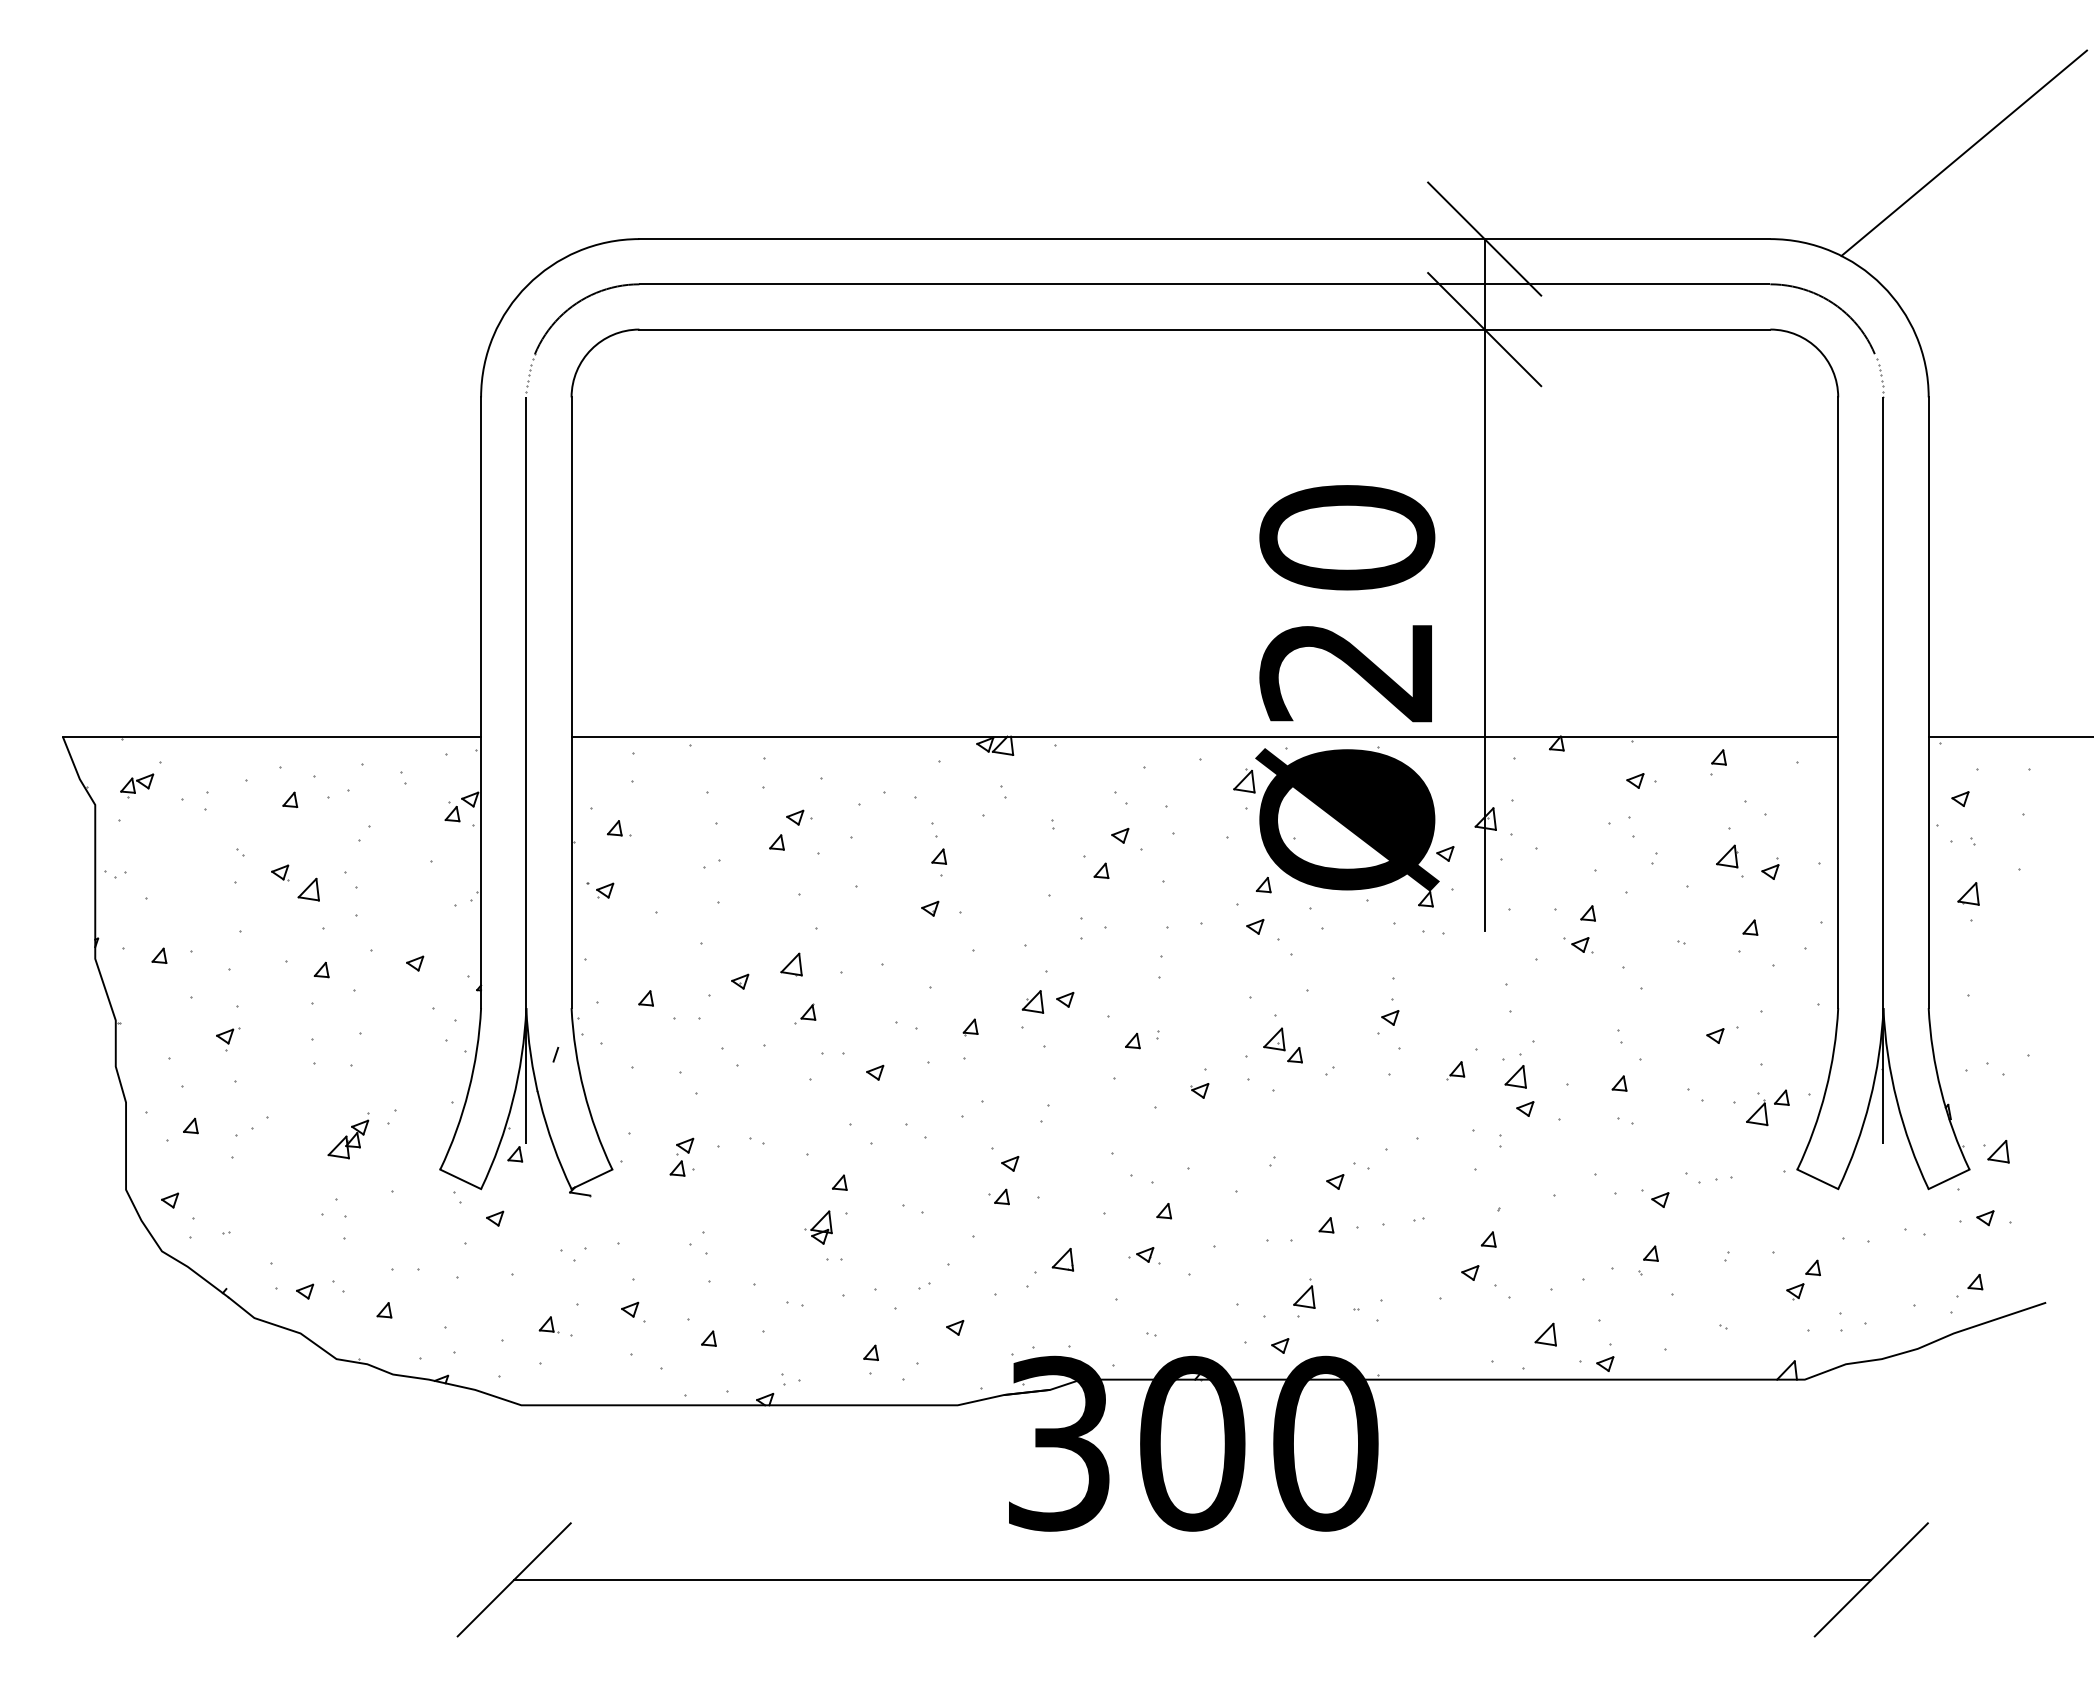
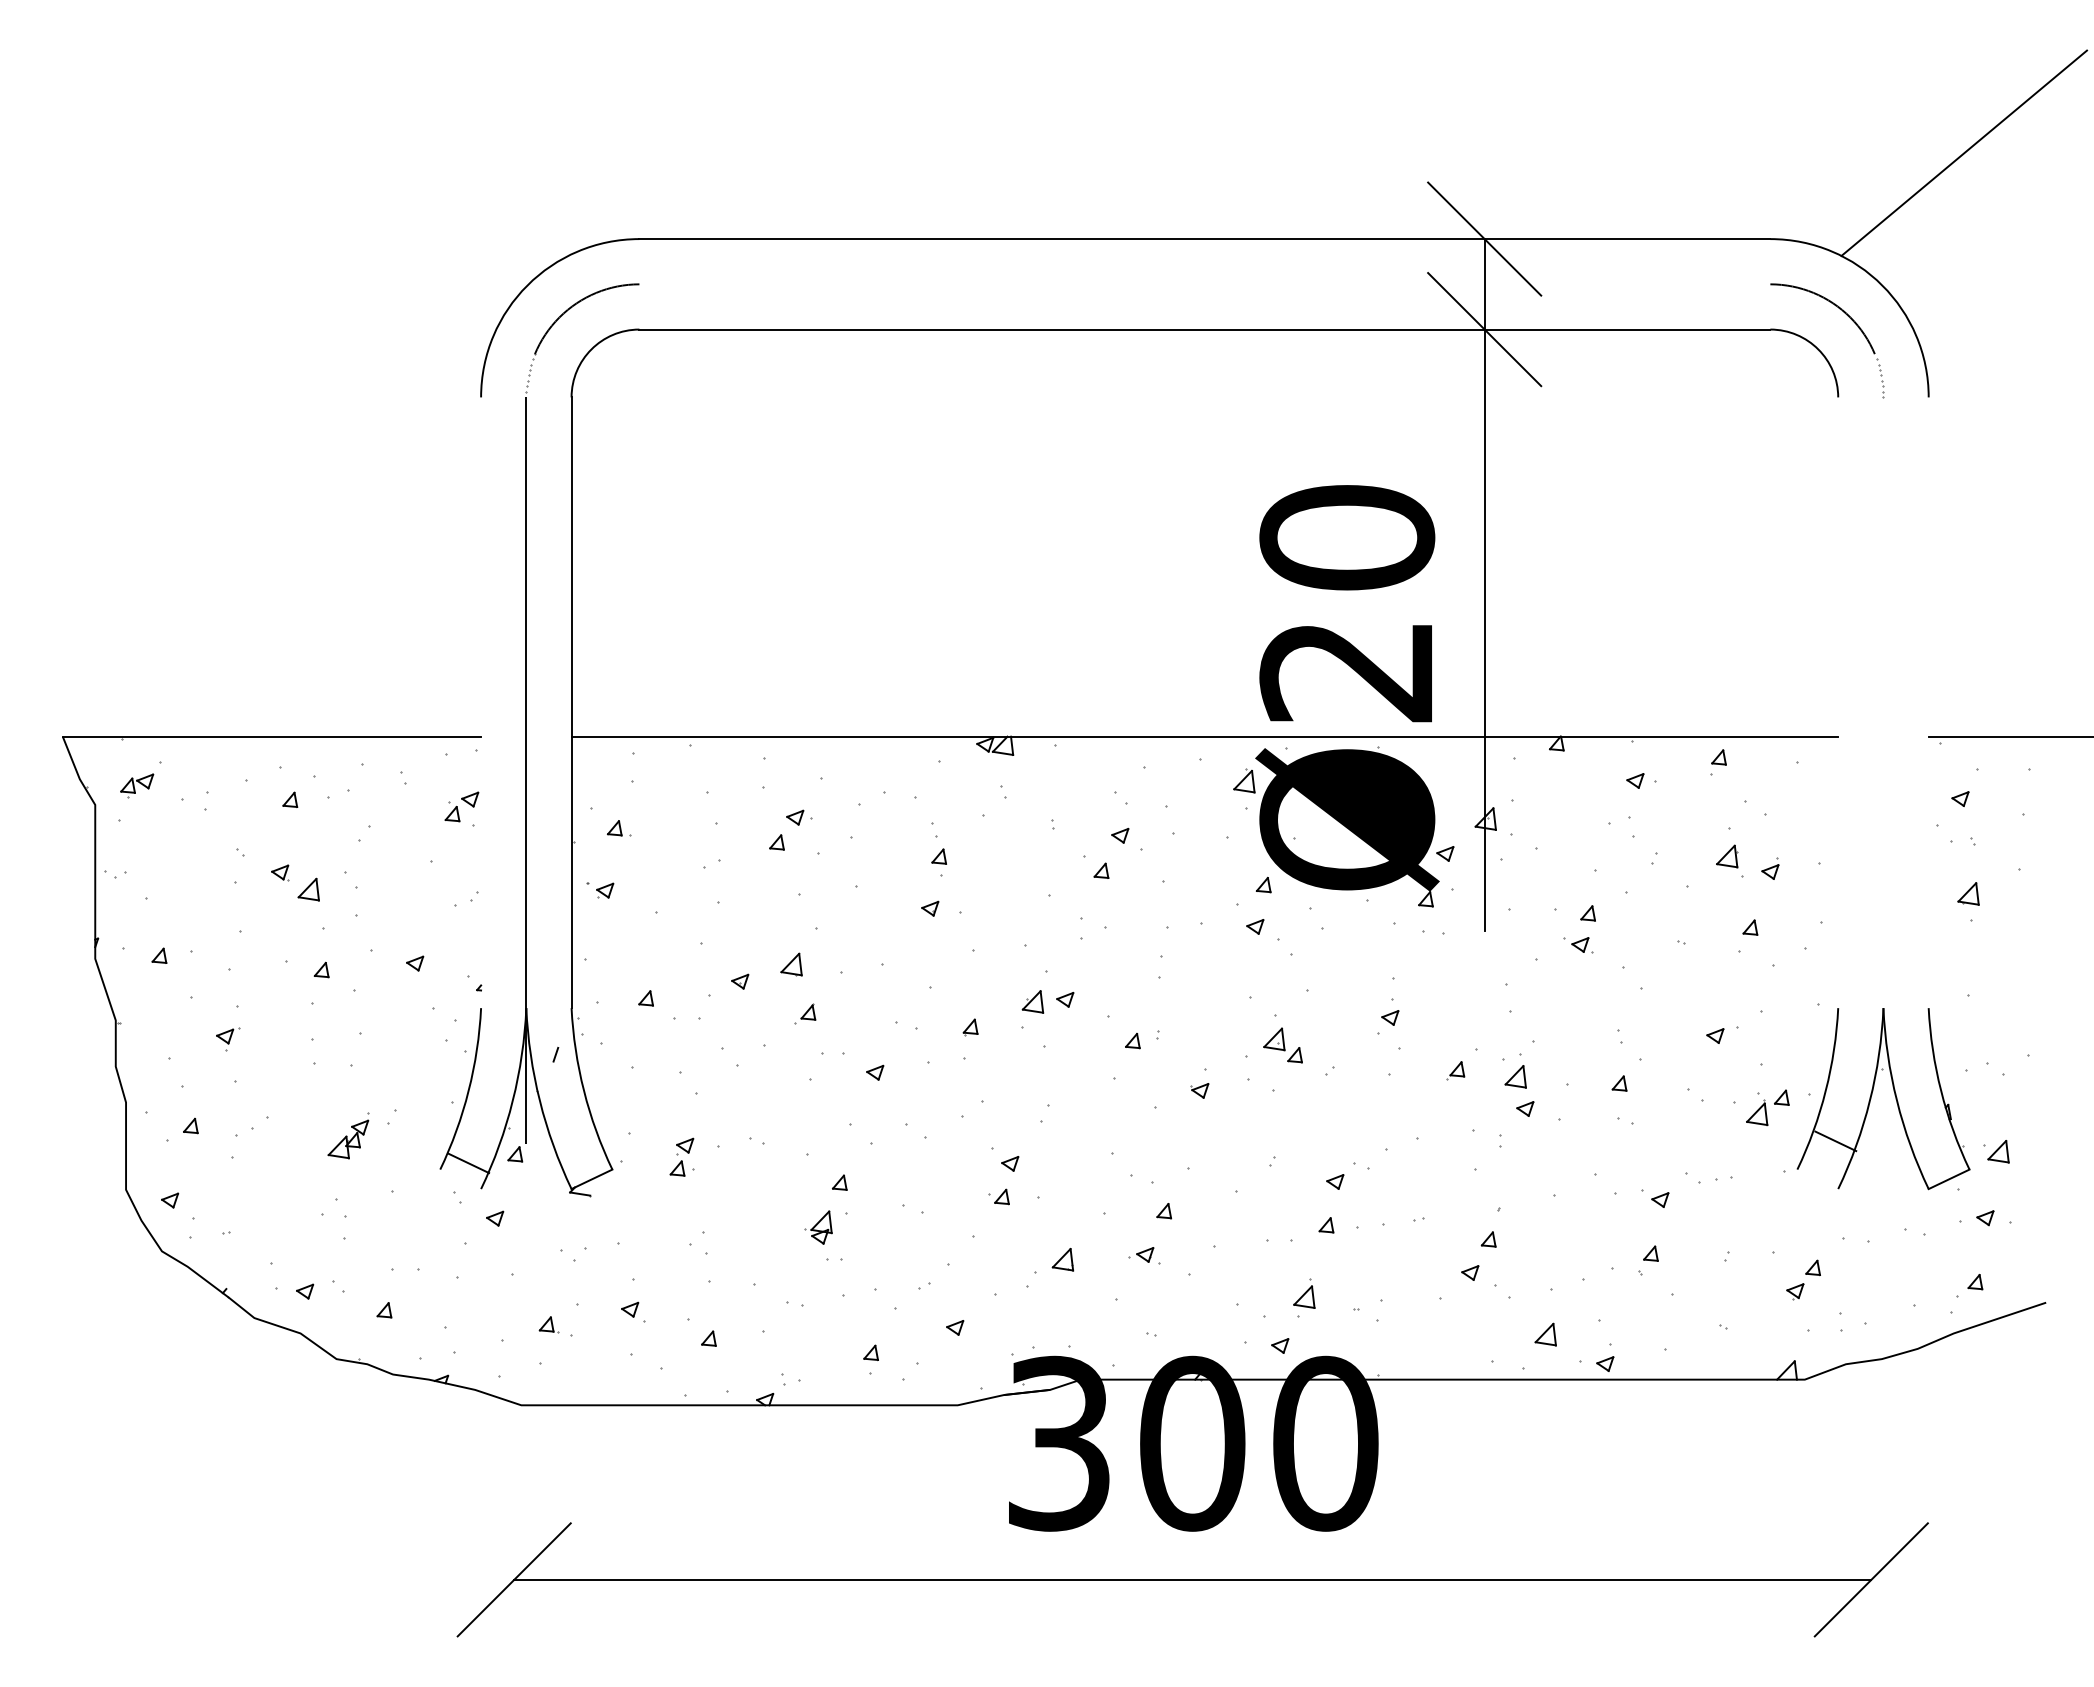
line at (1204, 284): present -> none
line at (481, 702): present -> none
line at (1838, 702): present -> none
line at (1928, 702): present -> none
line at (1883, 770): present -> none
line at (460, 1179) position: (460, 1179) -> (468, 1163)
line at (1817, 1179) position: (1817, 1179) -> (1835, 1141)
